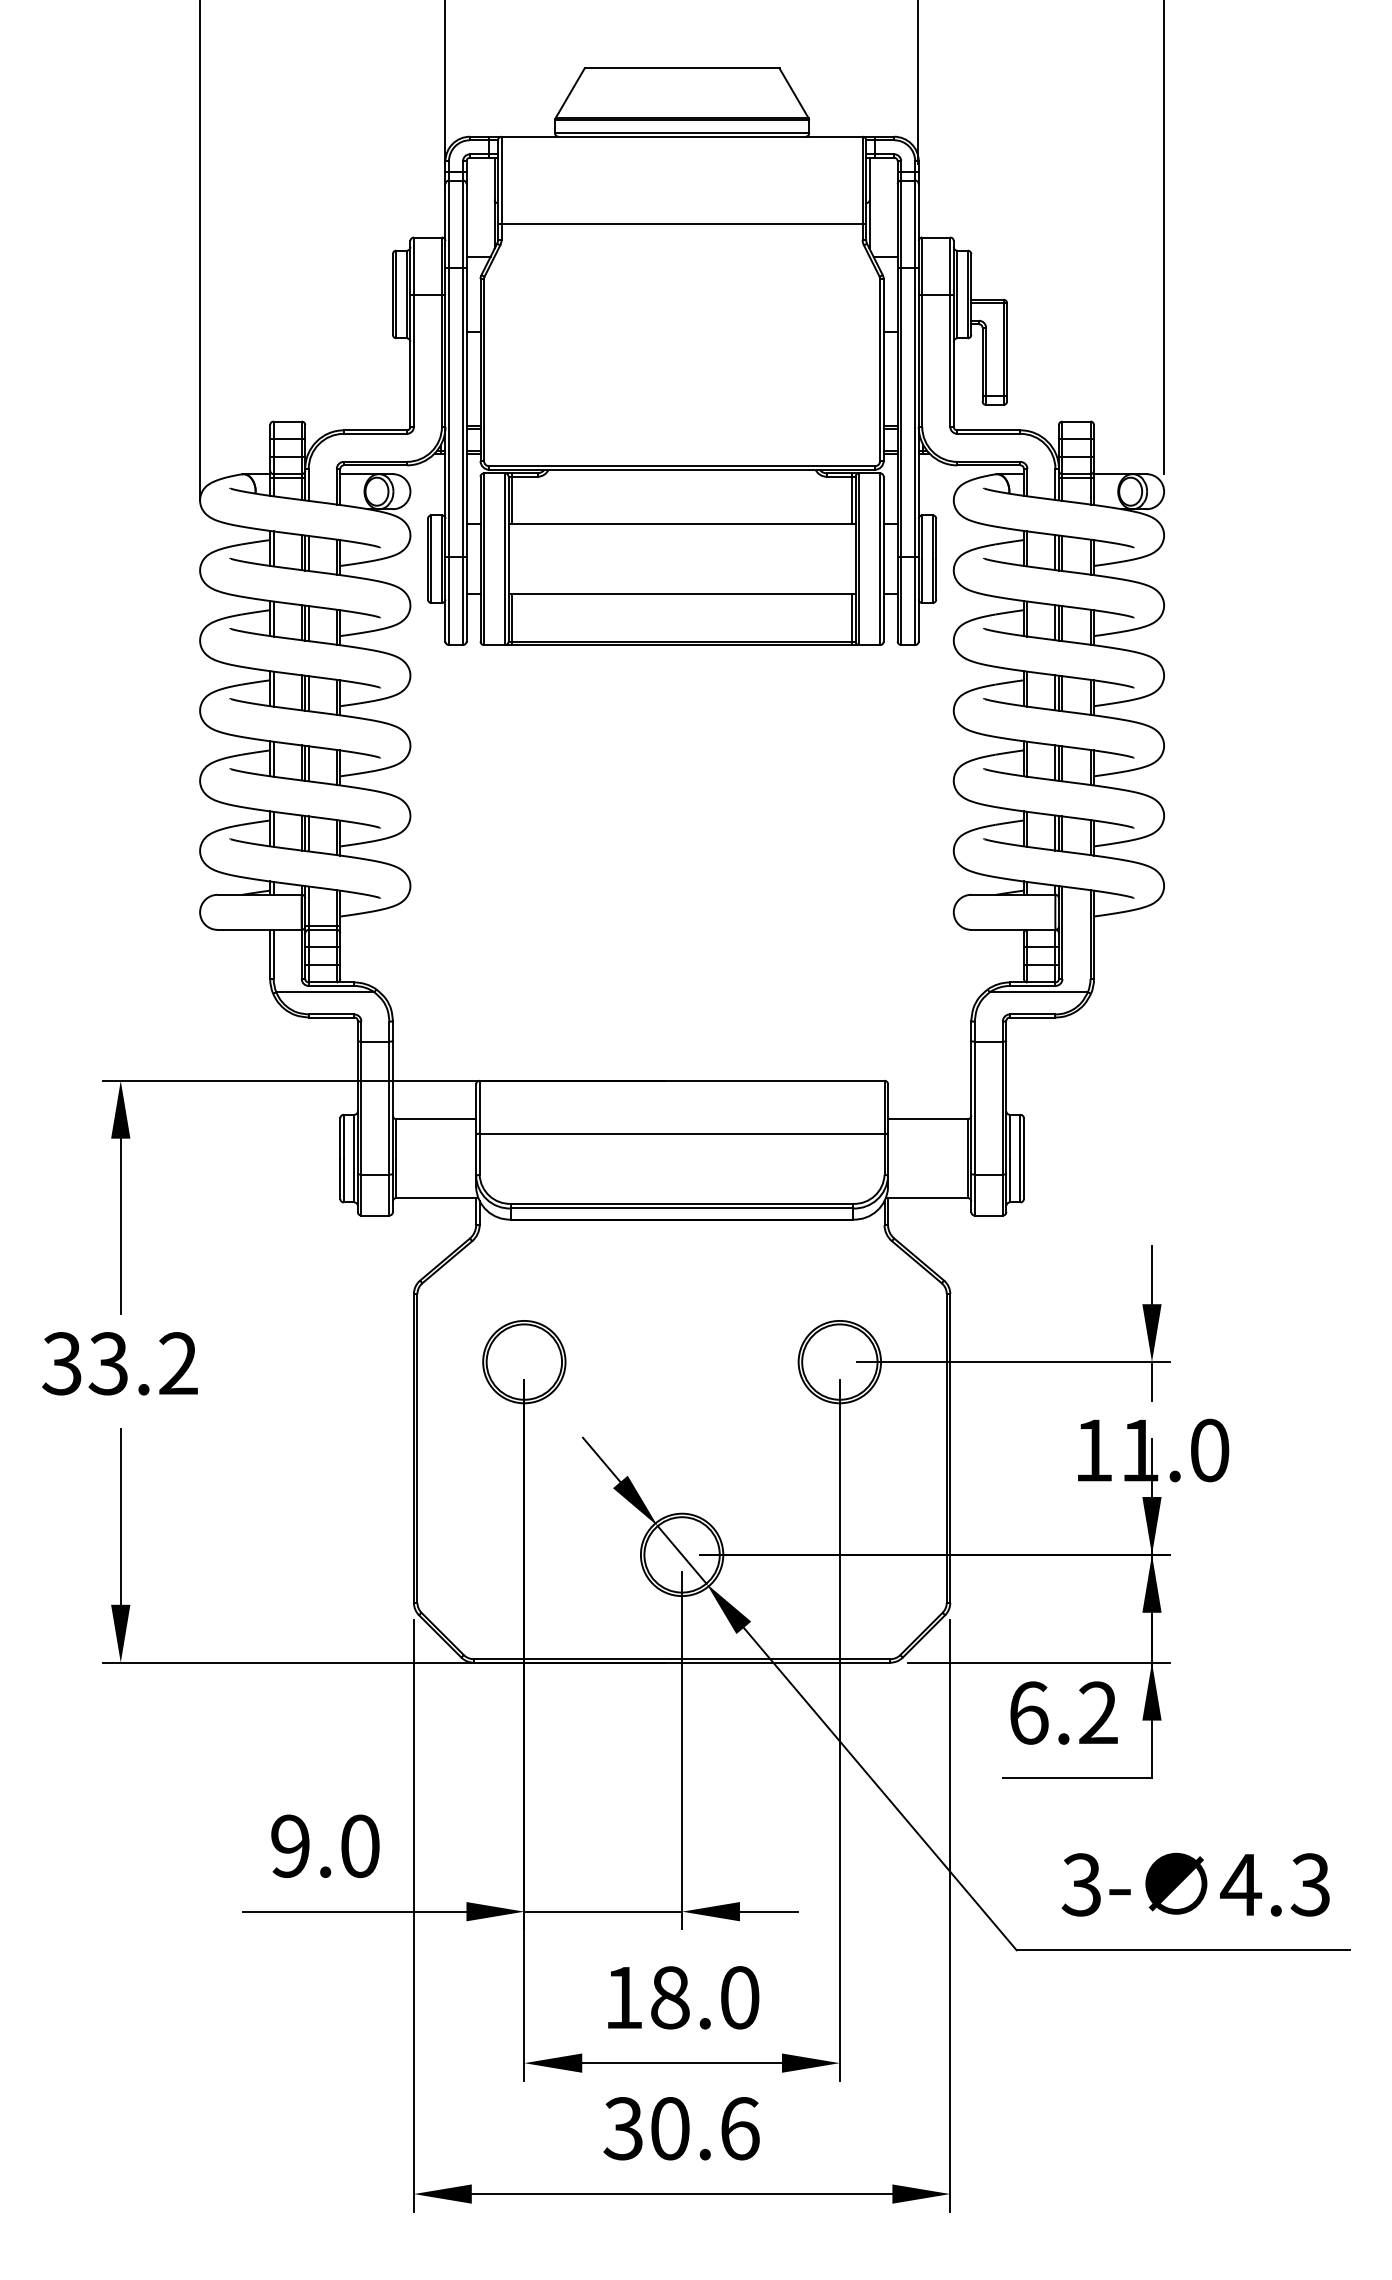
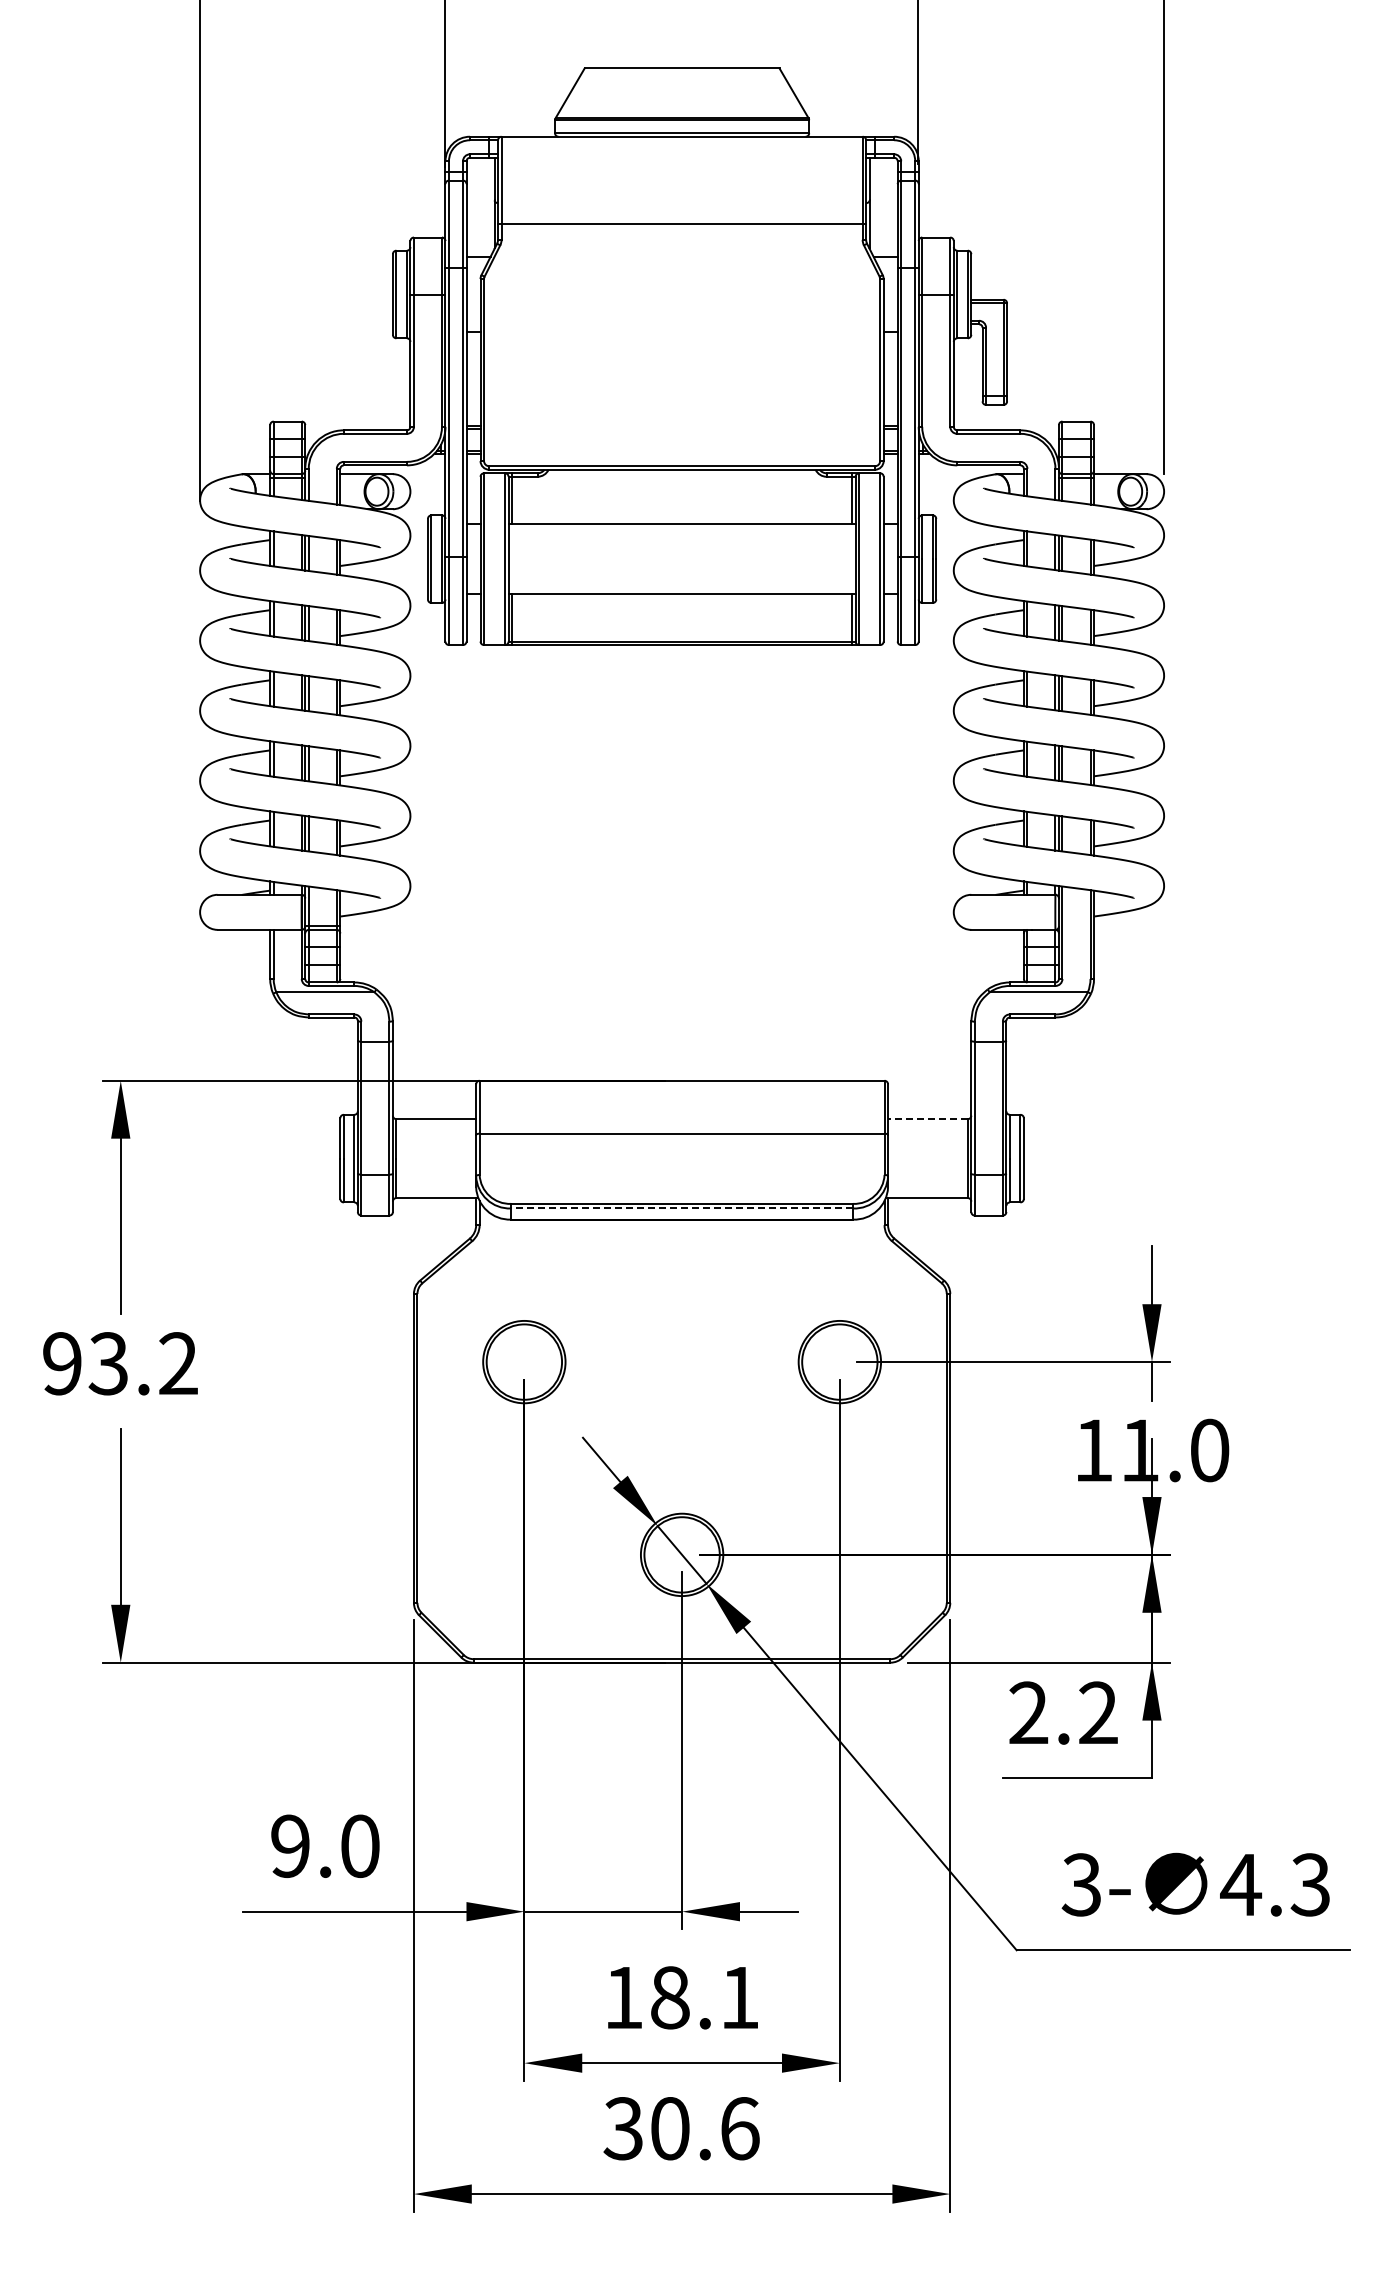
line at (927, 1119): solid -> dashed
line at (682, 1208): solid -> dashed
text at (61, 1363): 33.2 -> 93.2
text at (1028, 1712): 6.2 -> 2.2
text at (740, 1997): 18.0 -> 18.1
